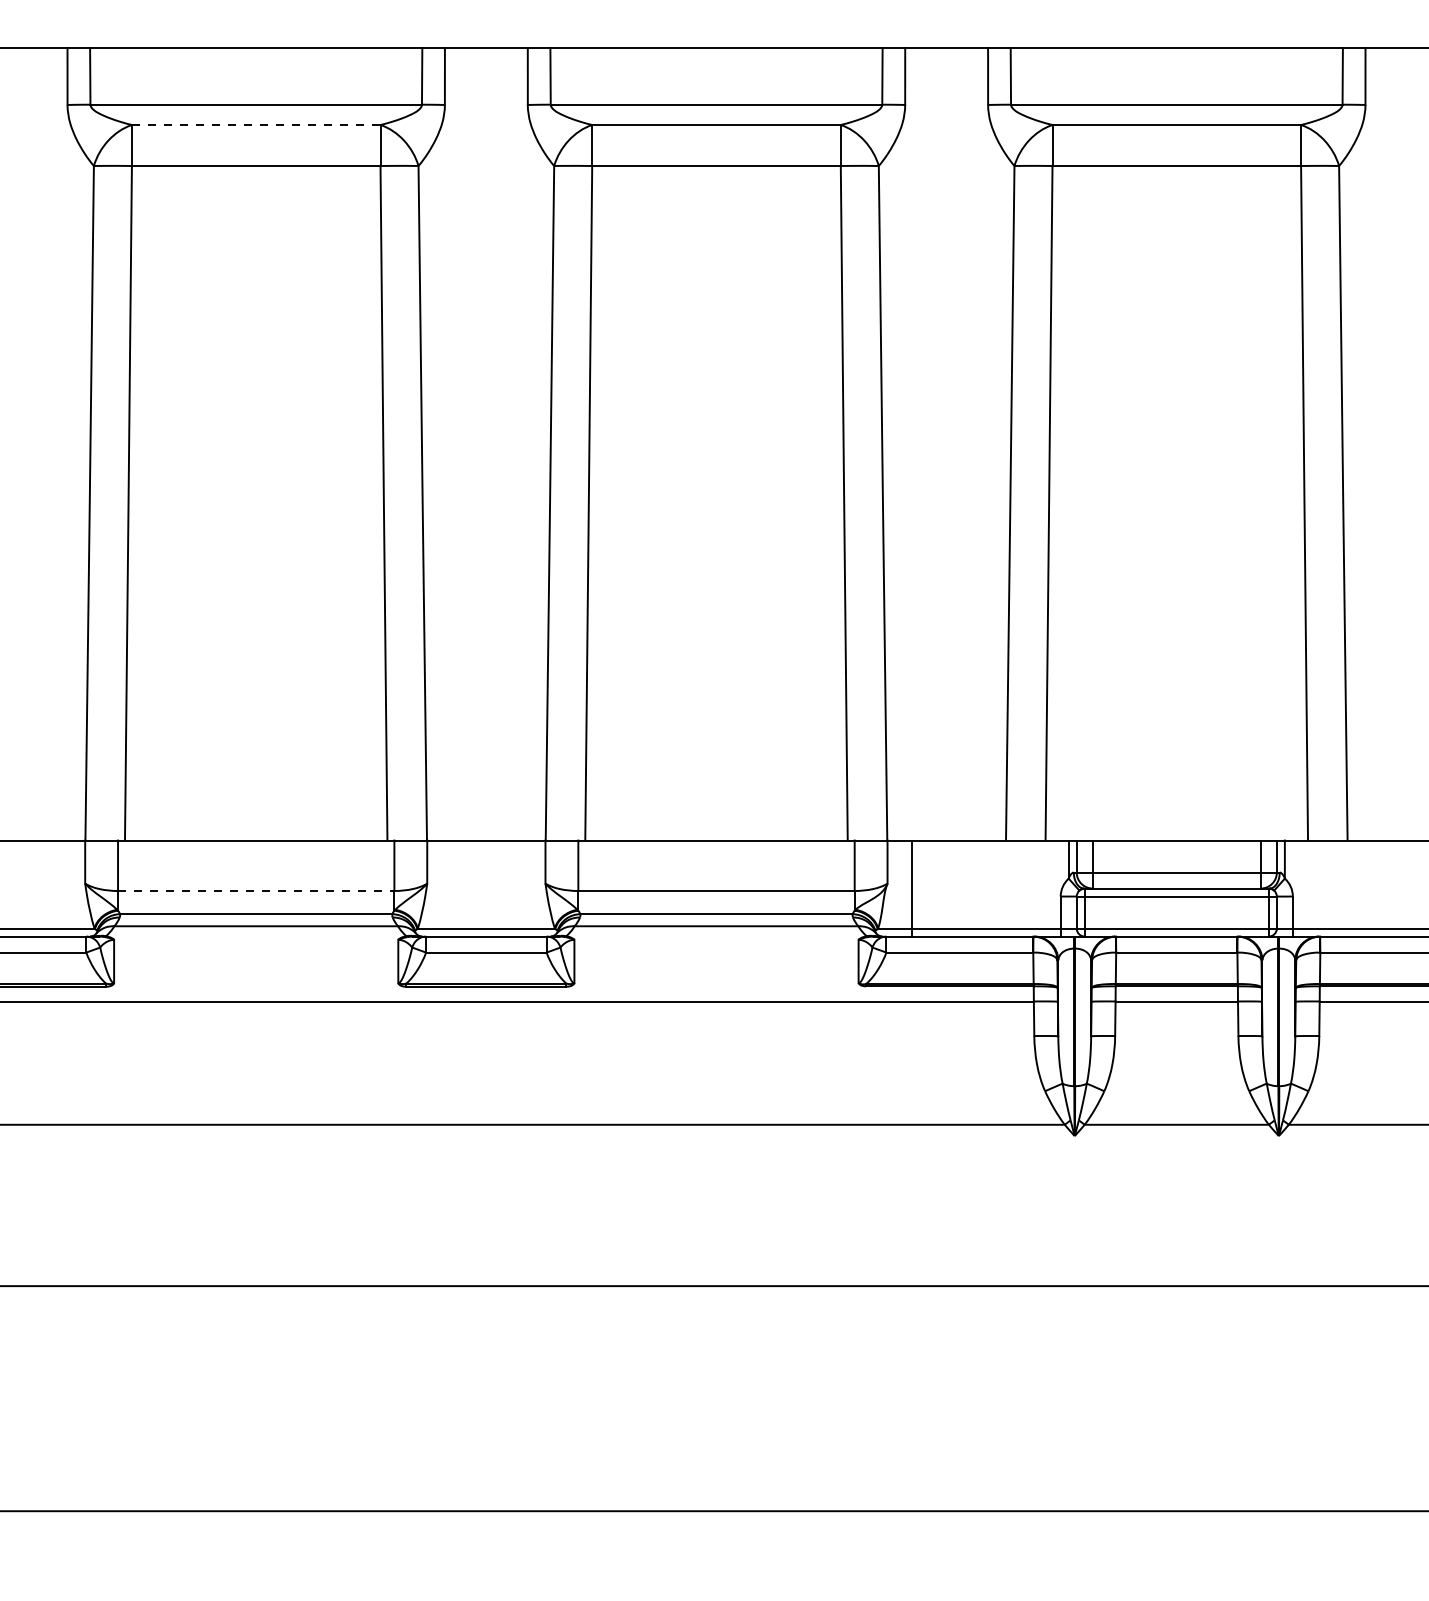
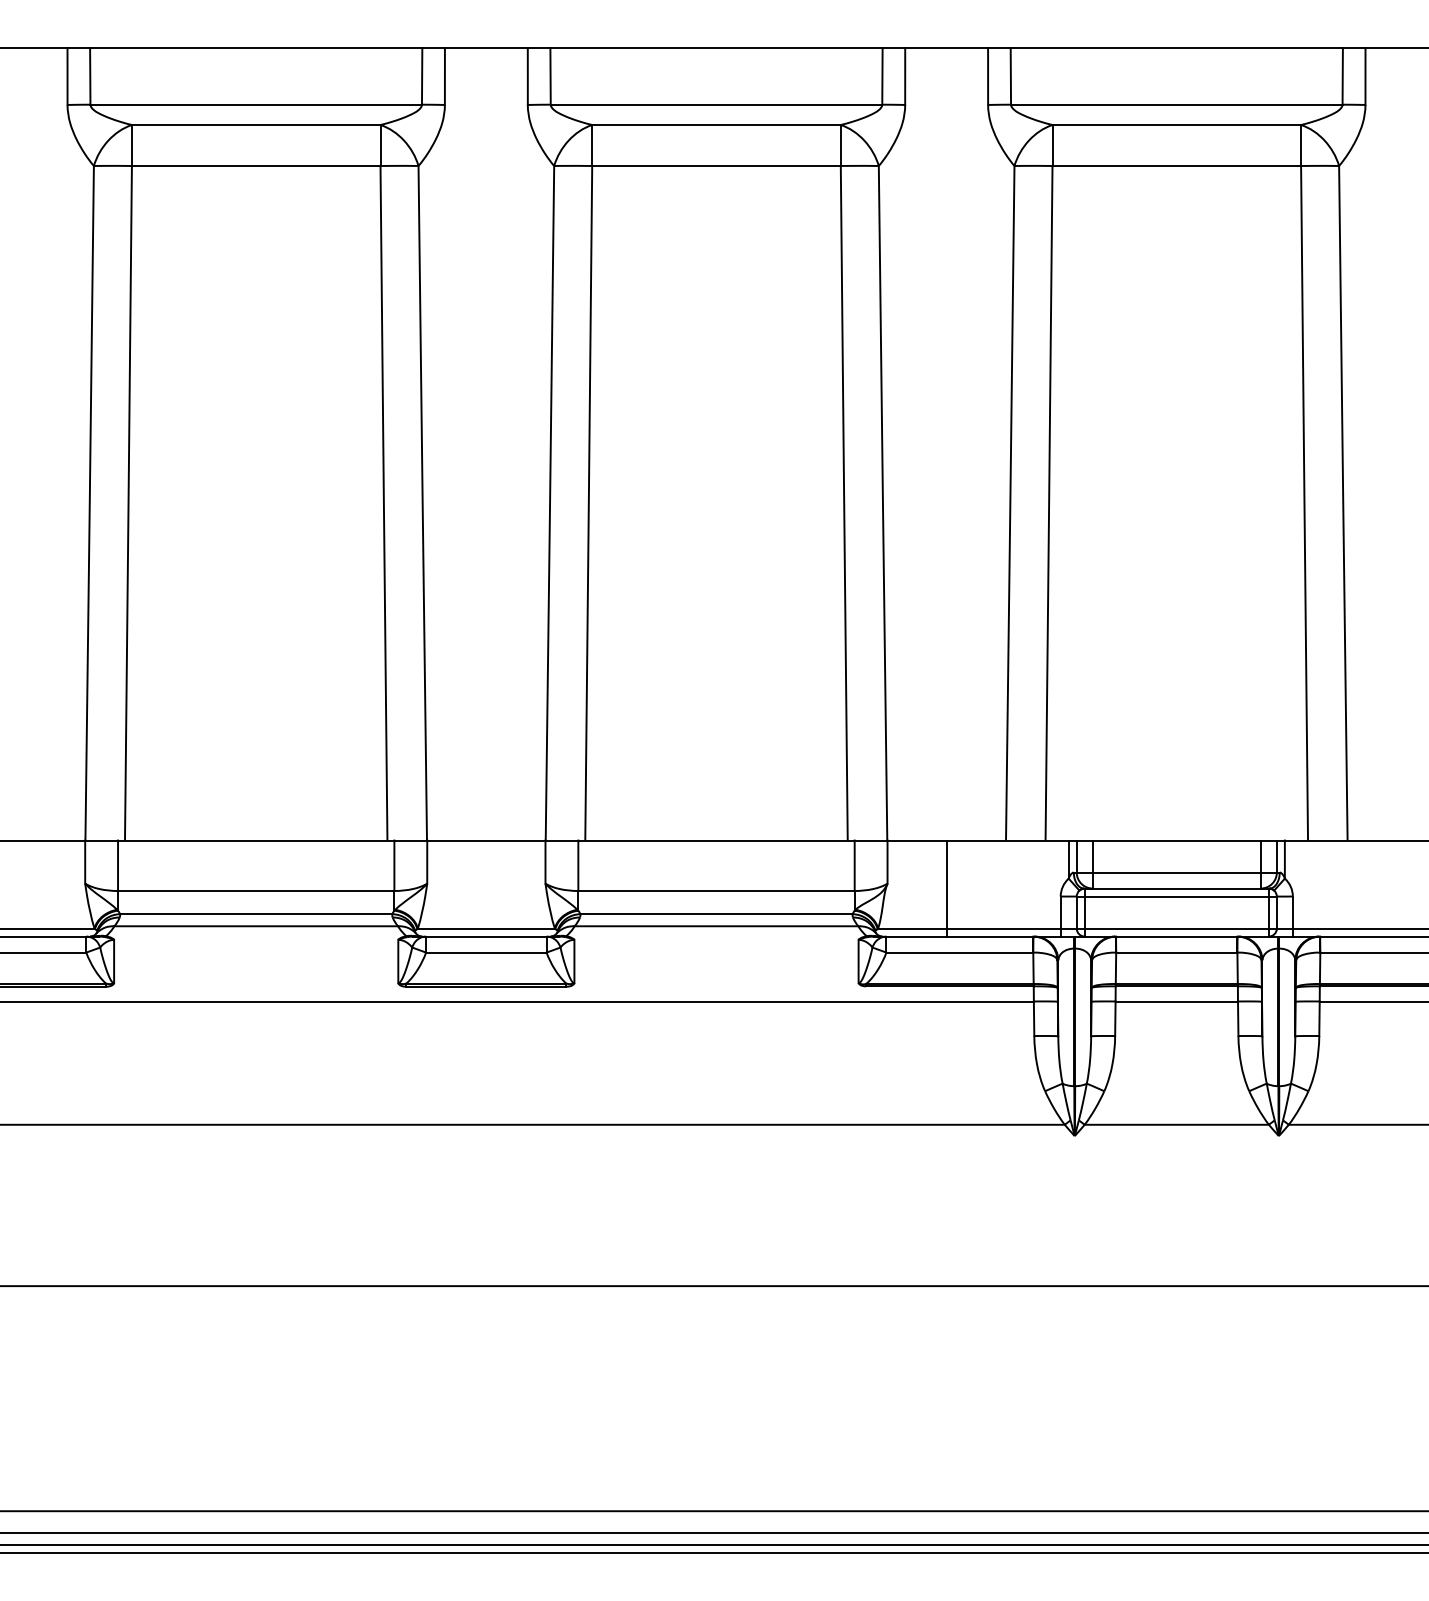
line at (256, 125): dashed -> solid
line at (911, 888) position: (911, 888) -> (946, 888)
line at (256, 891): dashed -> solid
line at (713, 1533): none -> present
line at (713, 1545): none -> present
line at (713, 1552): none -> present
